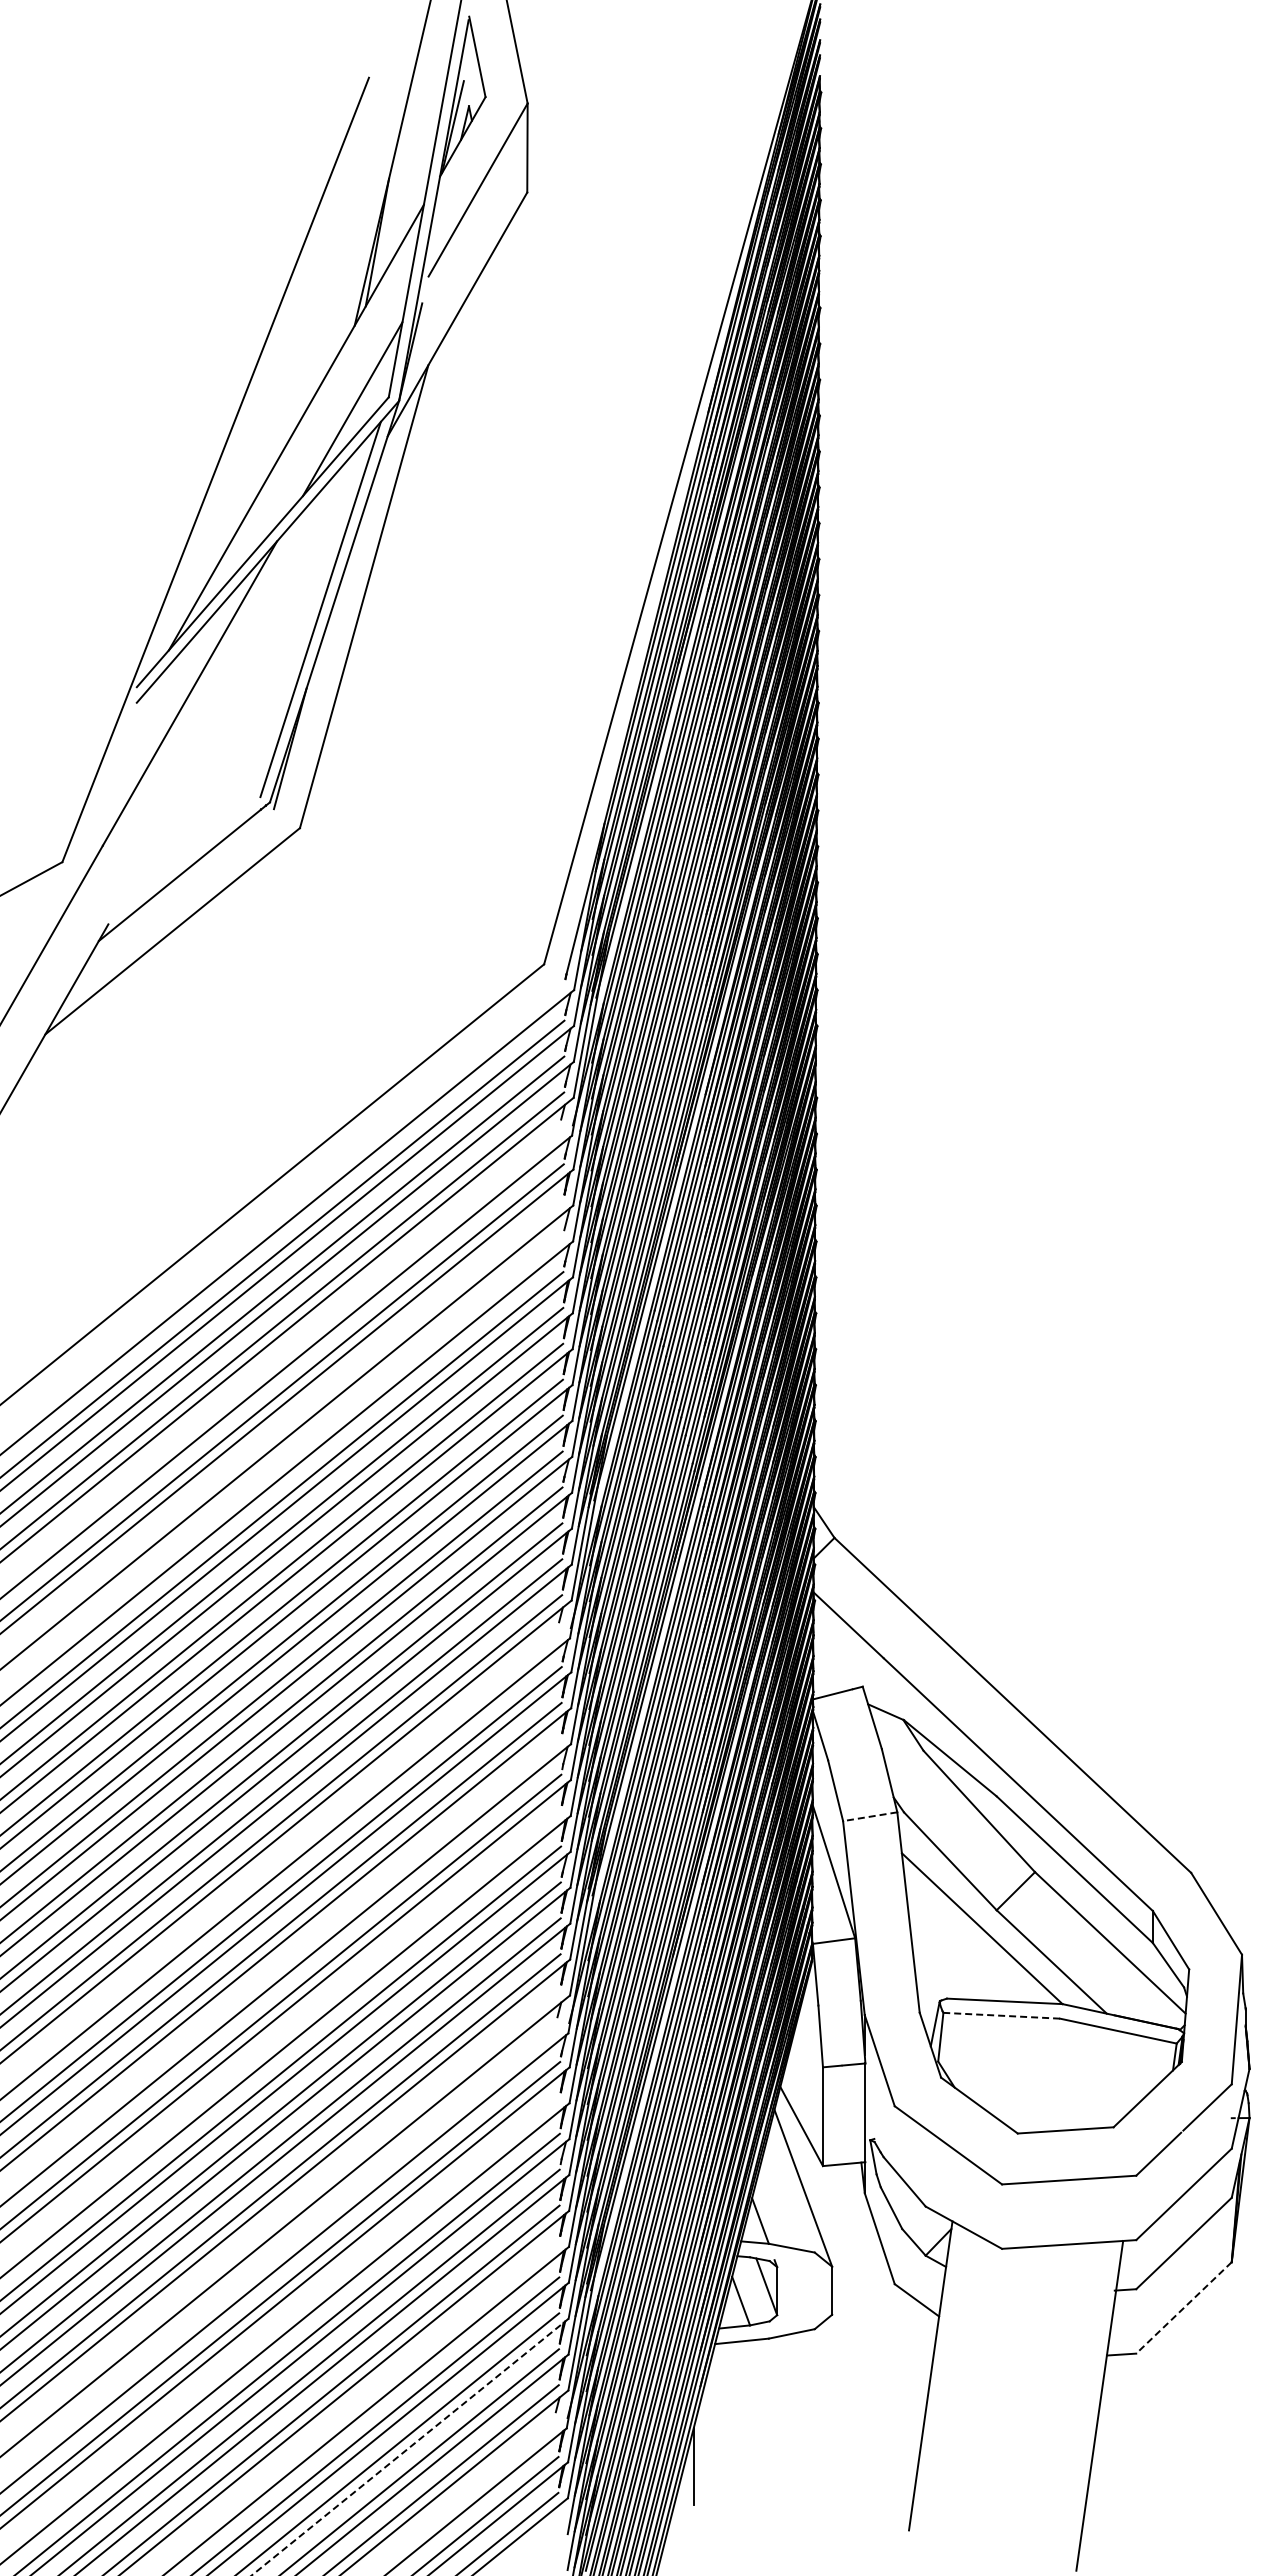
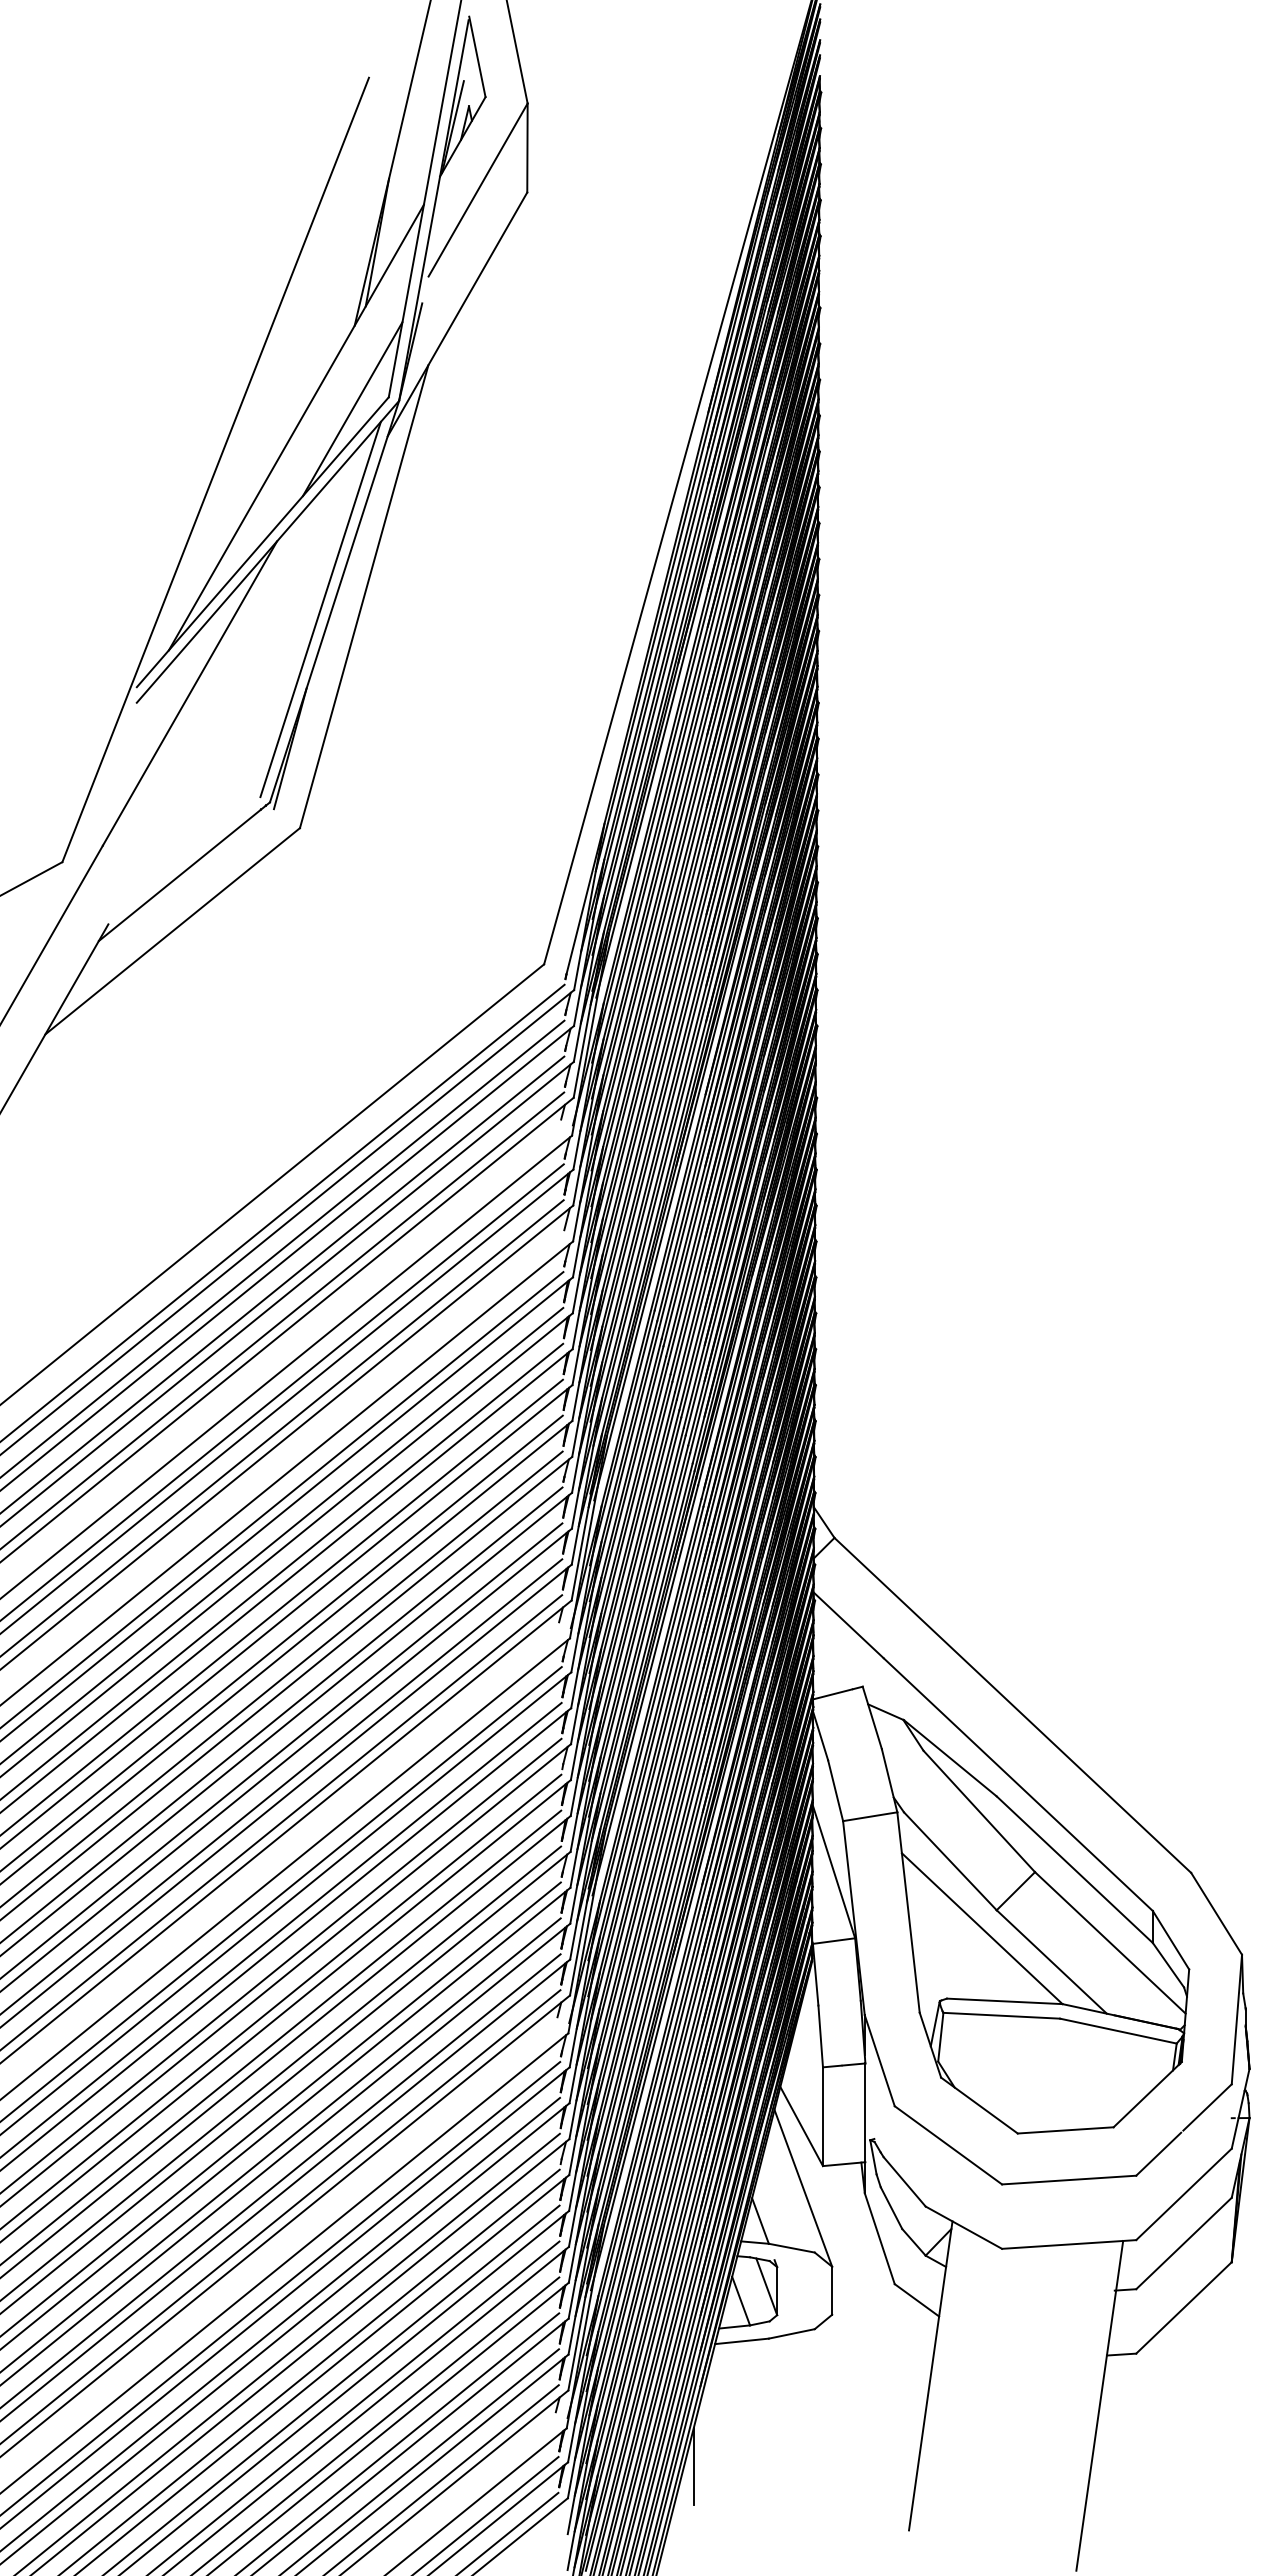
line at (283, 1212): none -> present
line at (282, 1427): none -> present
line at (869, 1816): dashed -> solid
line at (281, 1965): none -> present
line at (1001, 2015): dashed -> solid
line at (281, 2036): none -> present
line at (281, 2216): none -> present
line at (1183, 2308): dashed -> solid
line at (281, 2323): none -> present
line at (354, 2406): none -> present
line at (410, 2447): dashed -> solid
